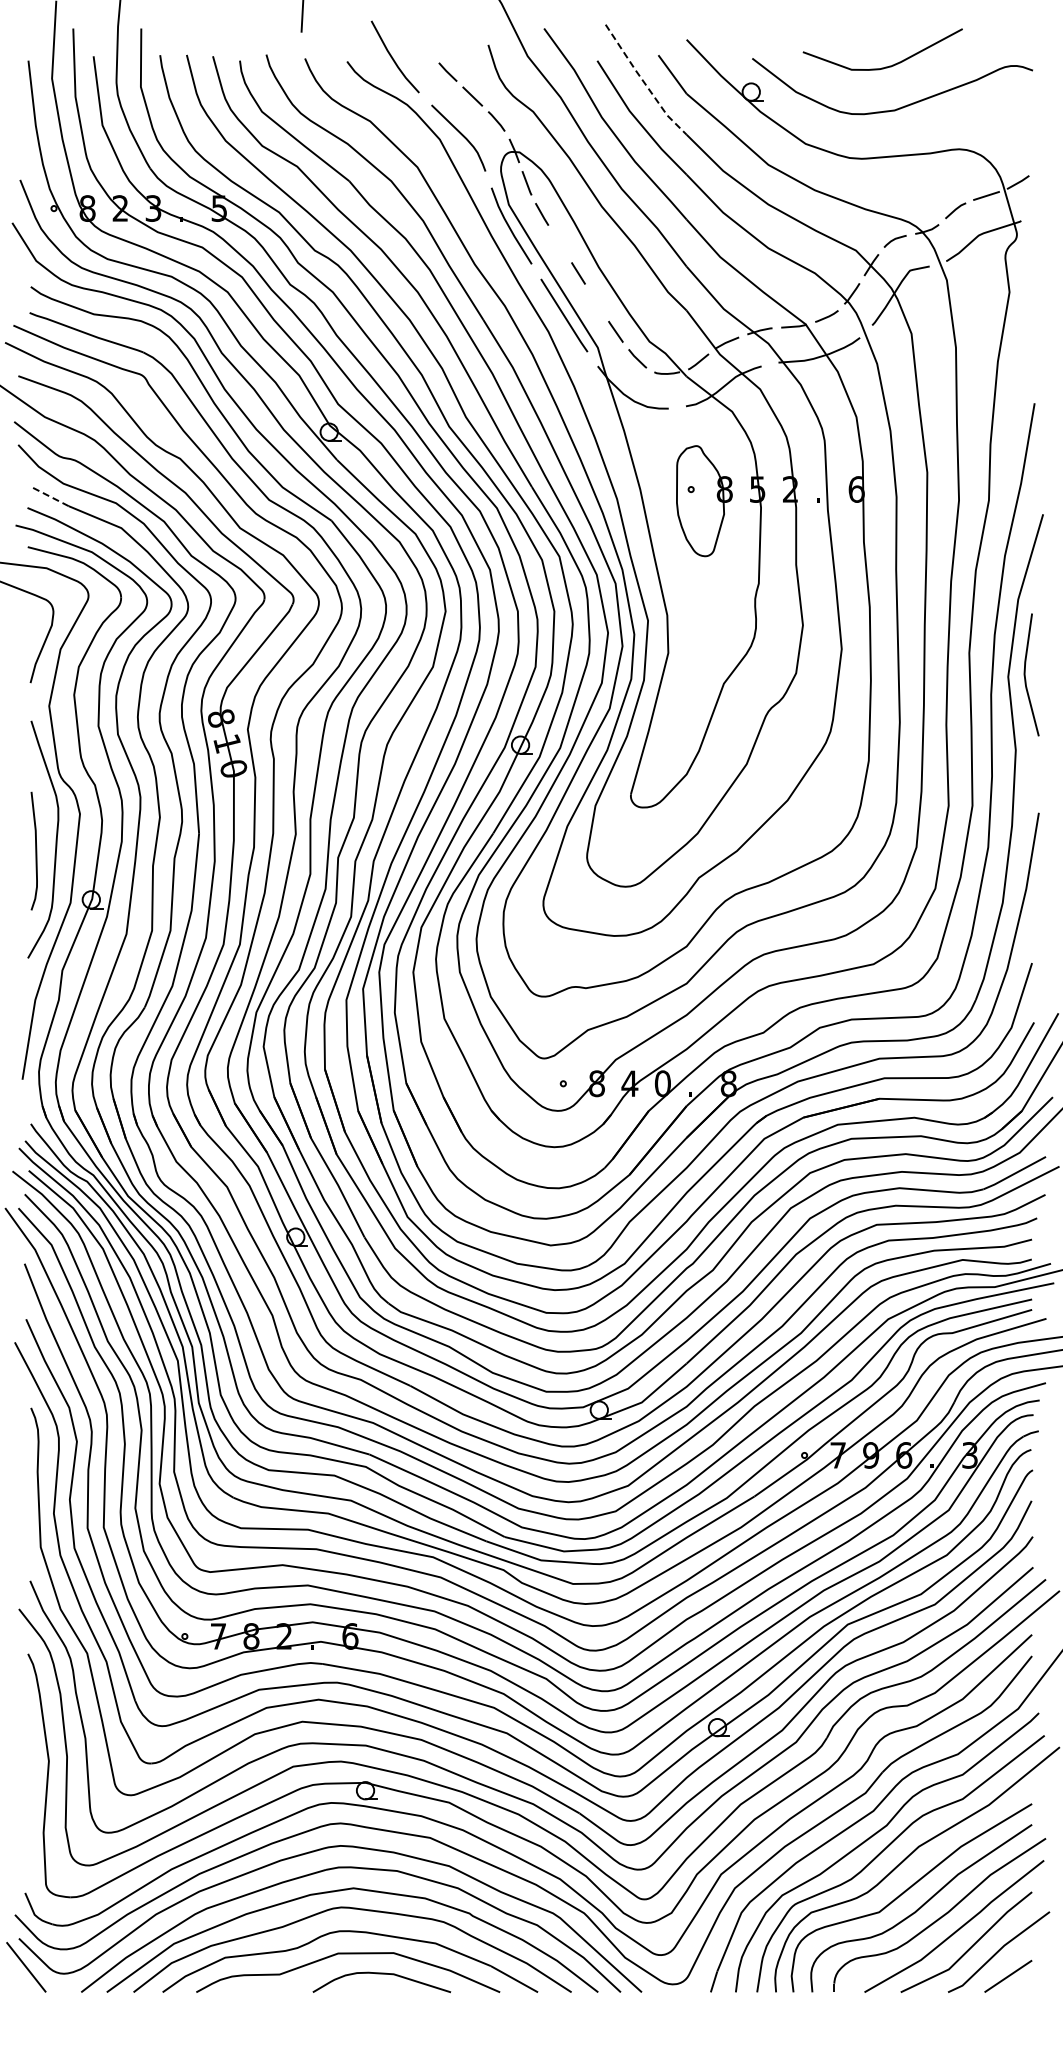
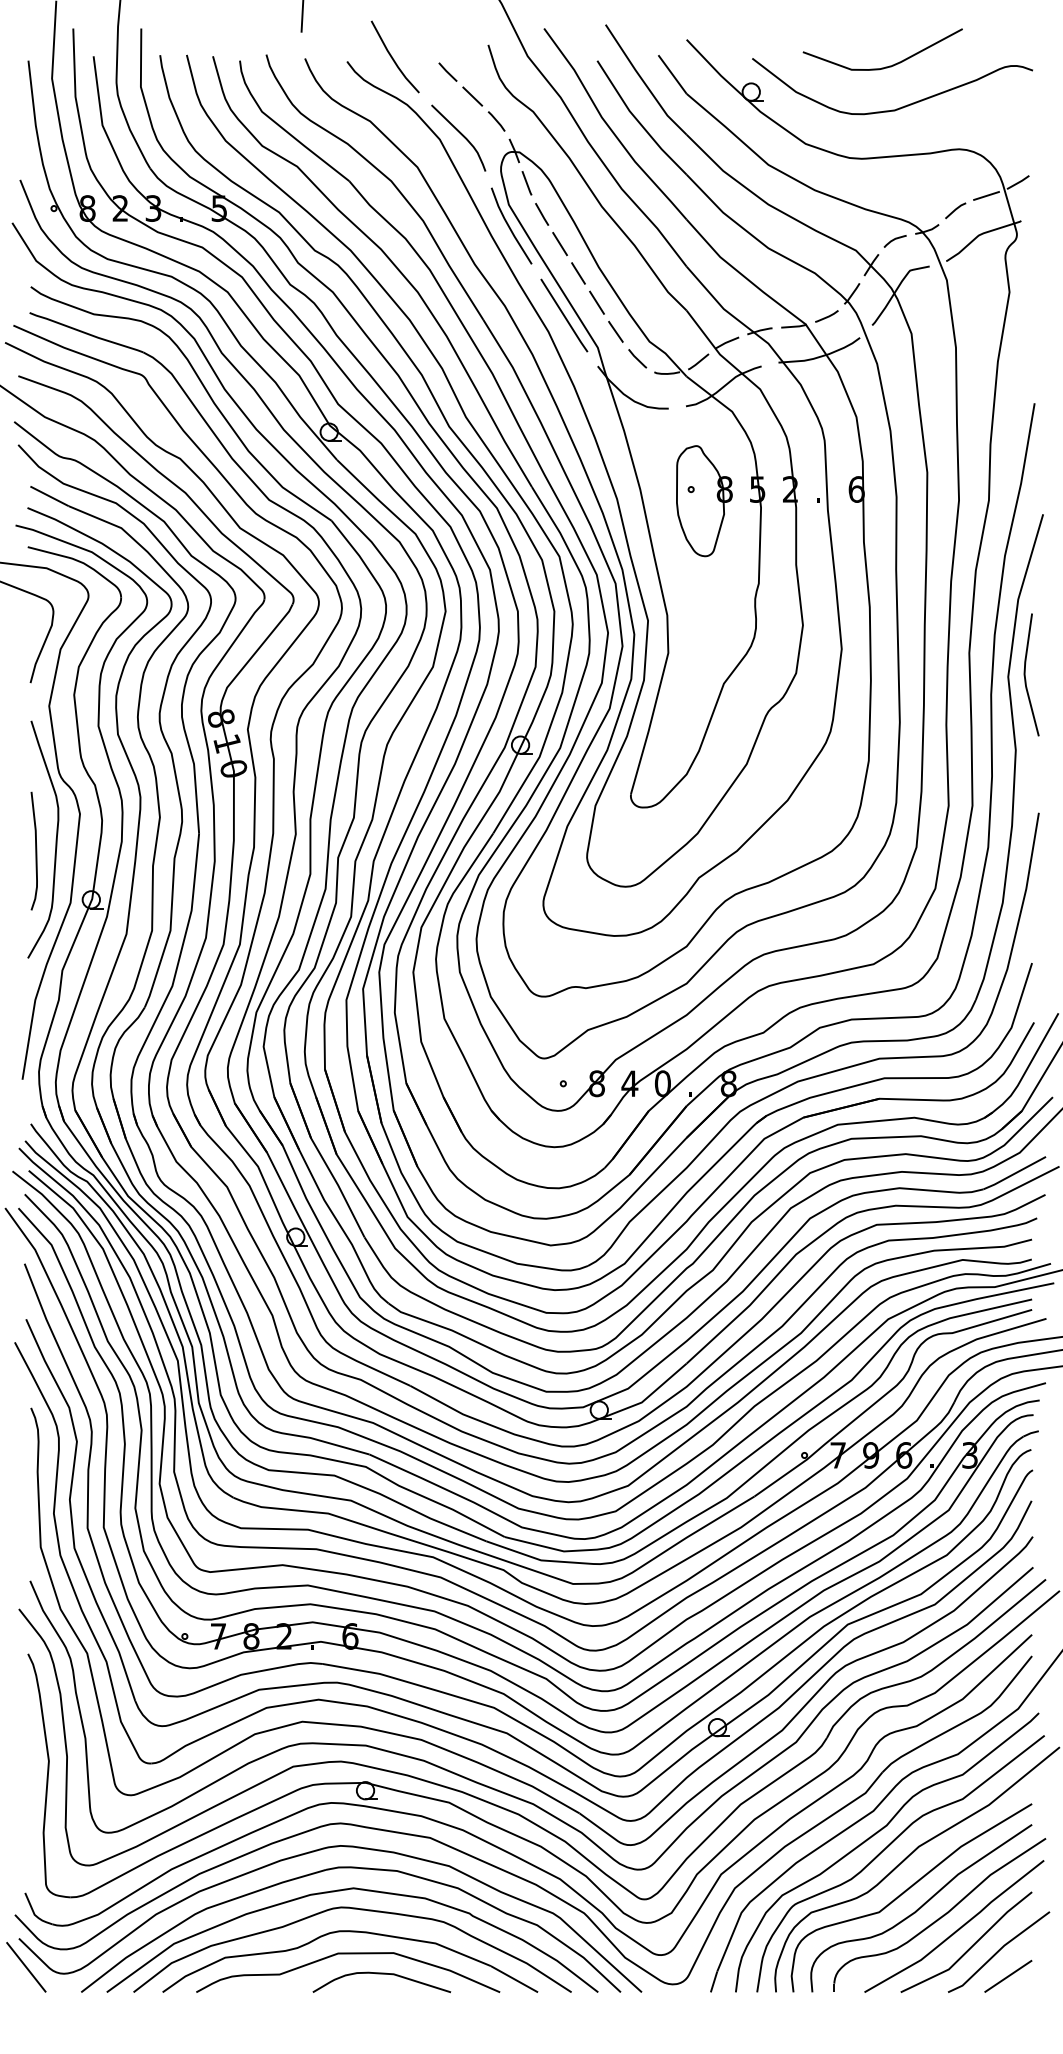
line at (644, 82): dashed -> solid
line at (559, 244): none -> present
line at (596, 302): none -> present
line at (49, 496): dashed -> solid
